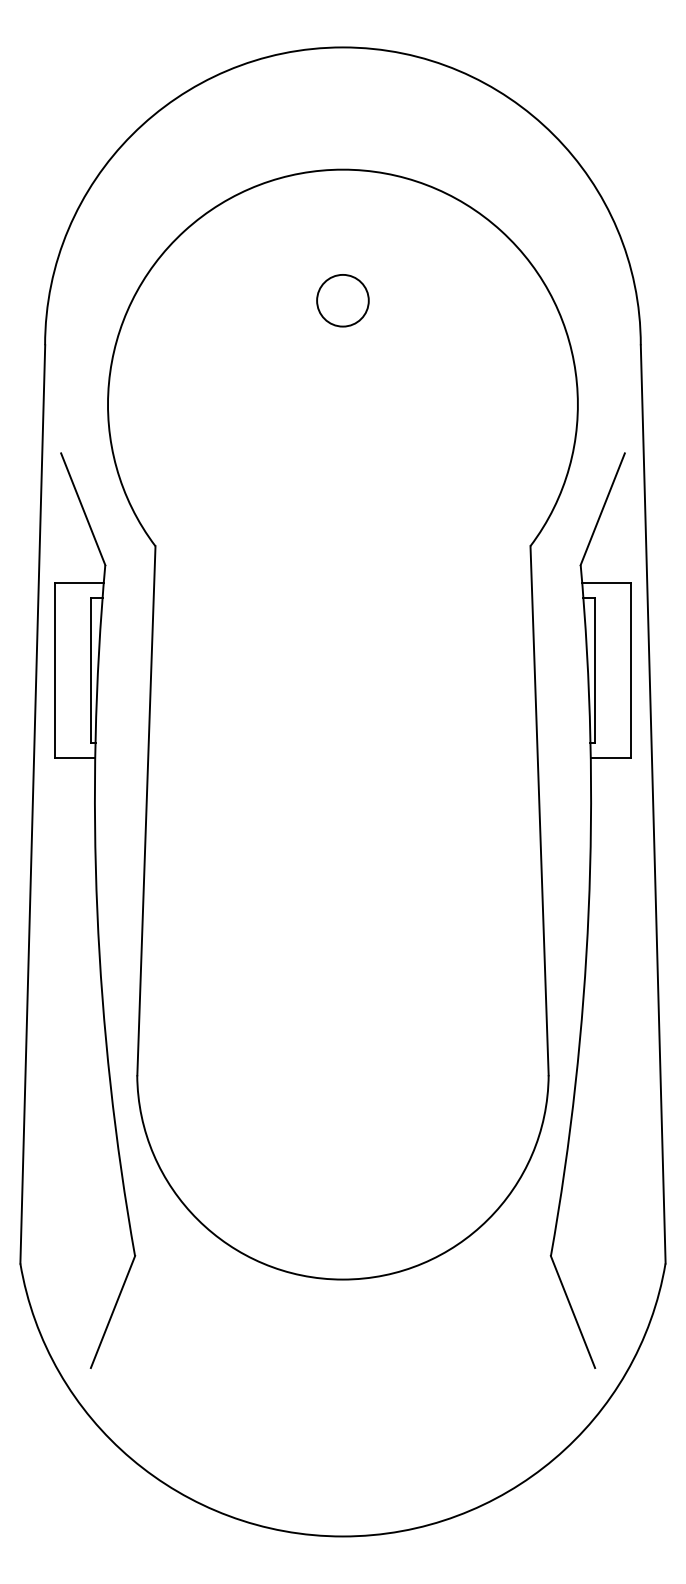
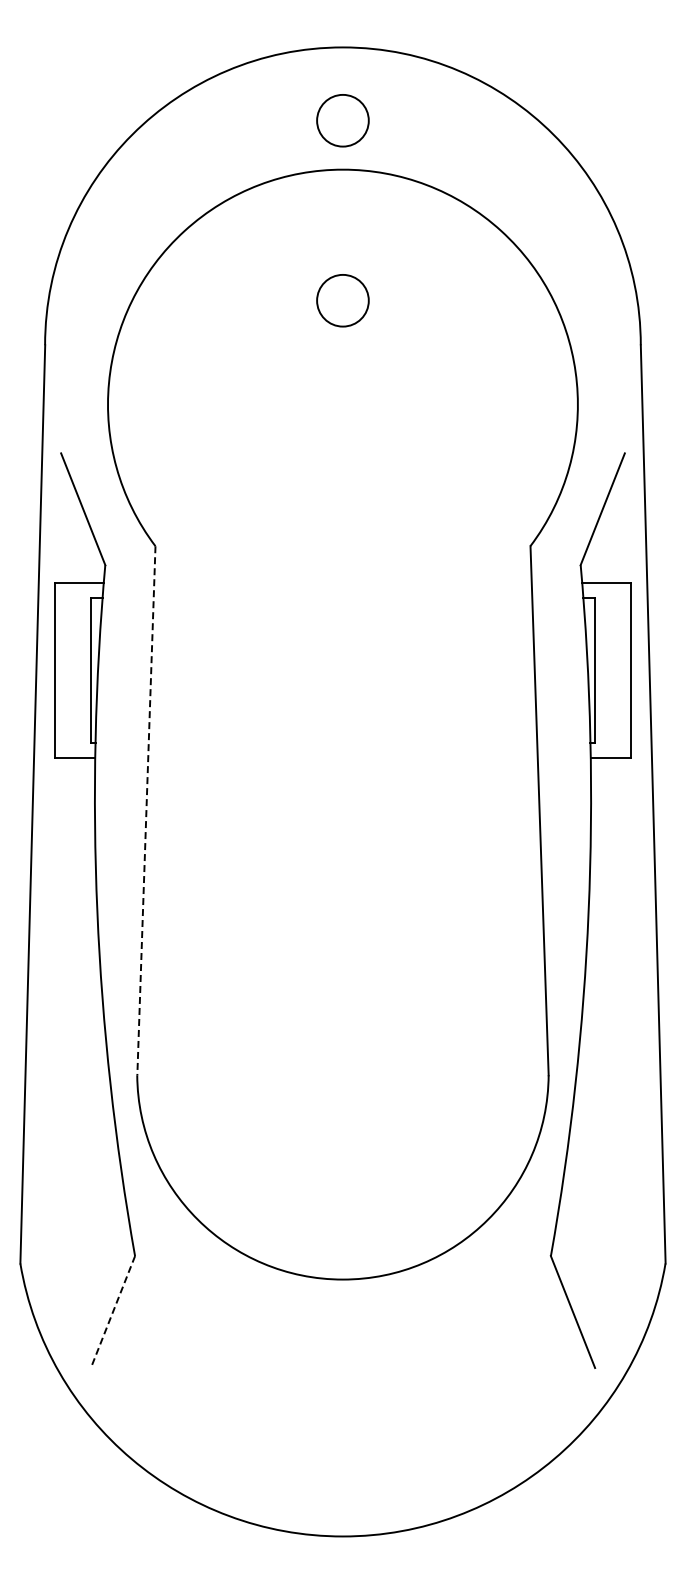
circle at (342, 120): none -> present
line at (146, 810): solid -> dashed
line at (112, 1312): solid -> dashed
